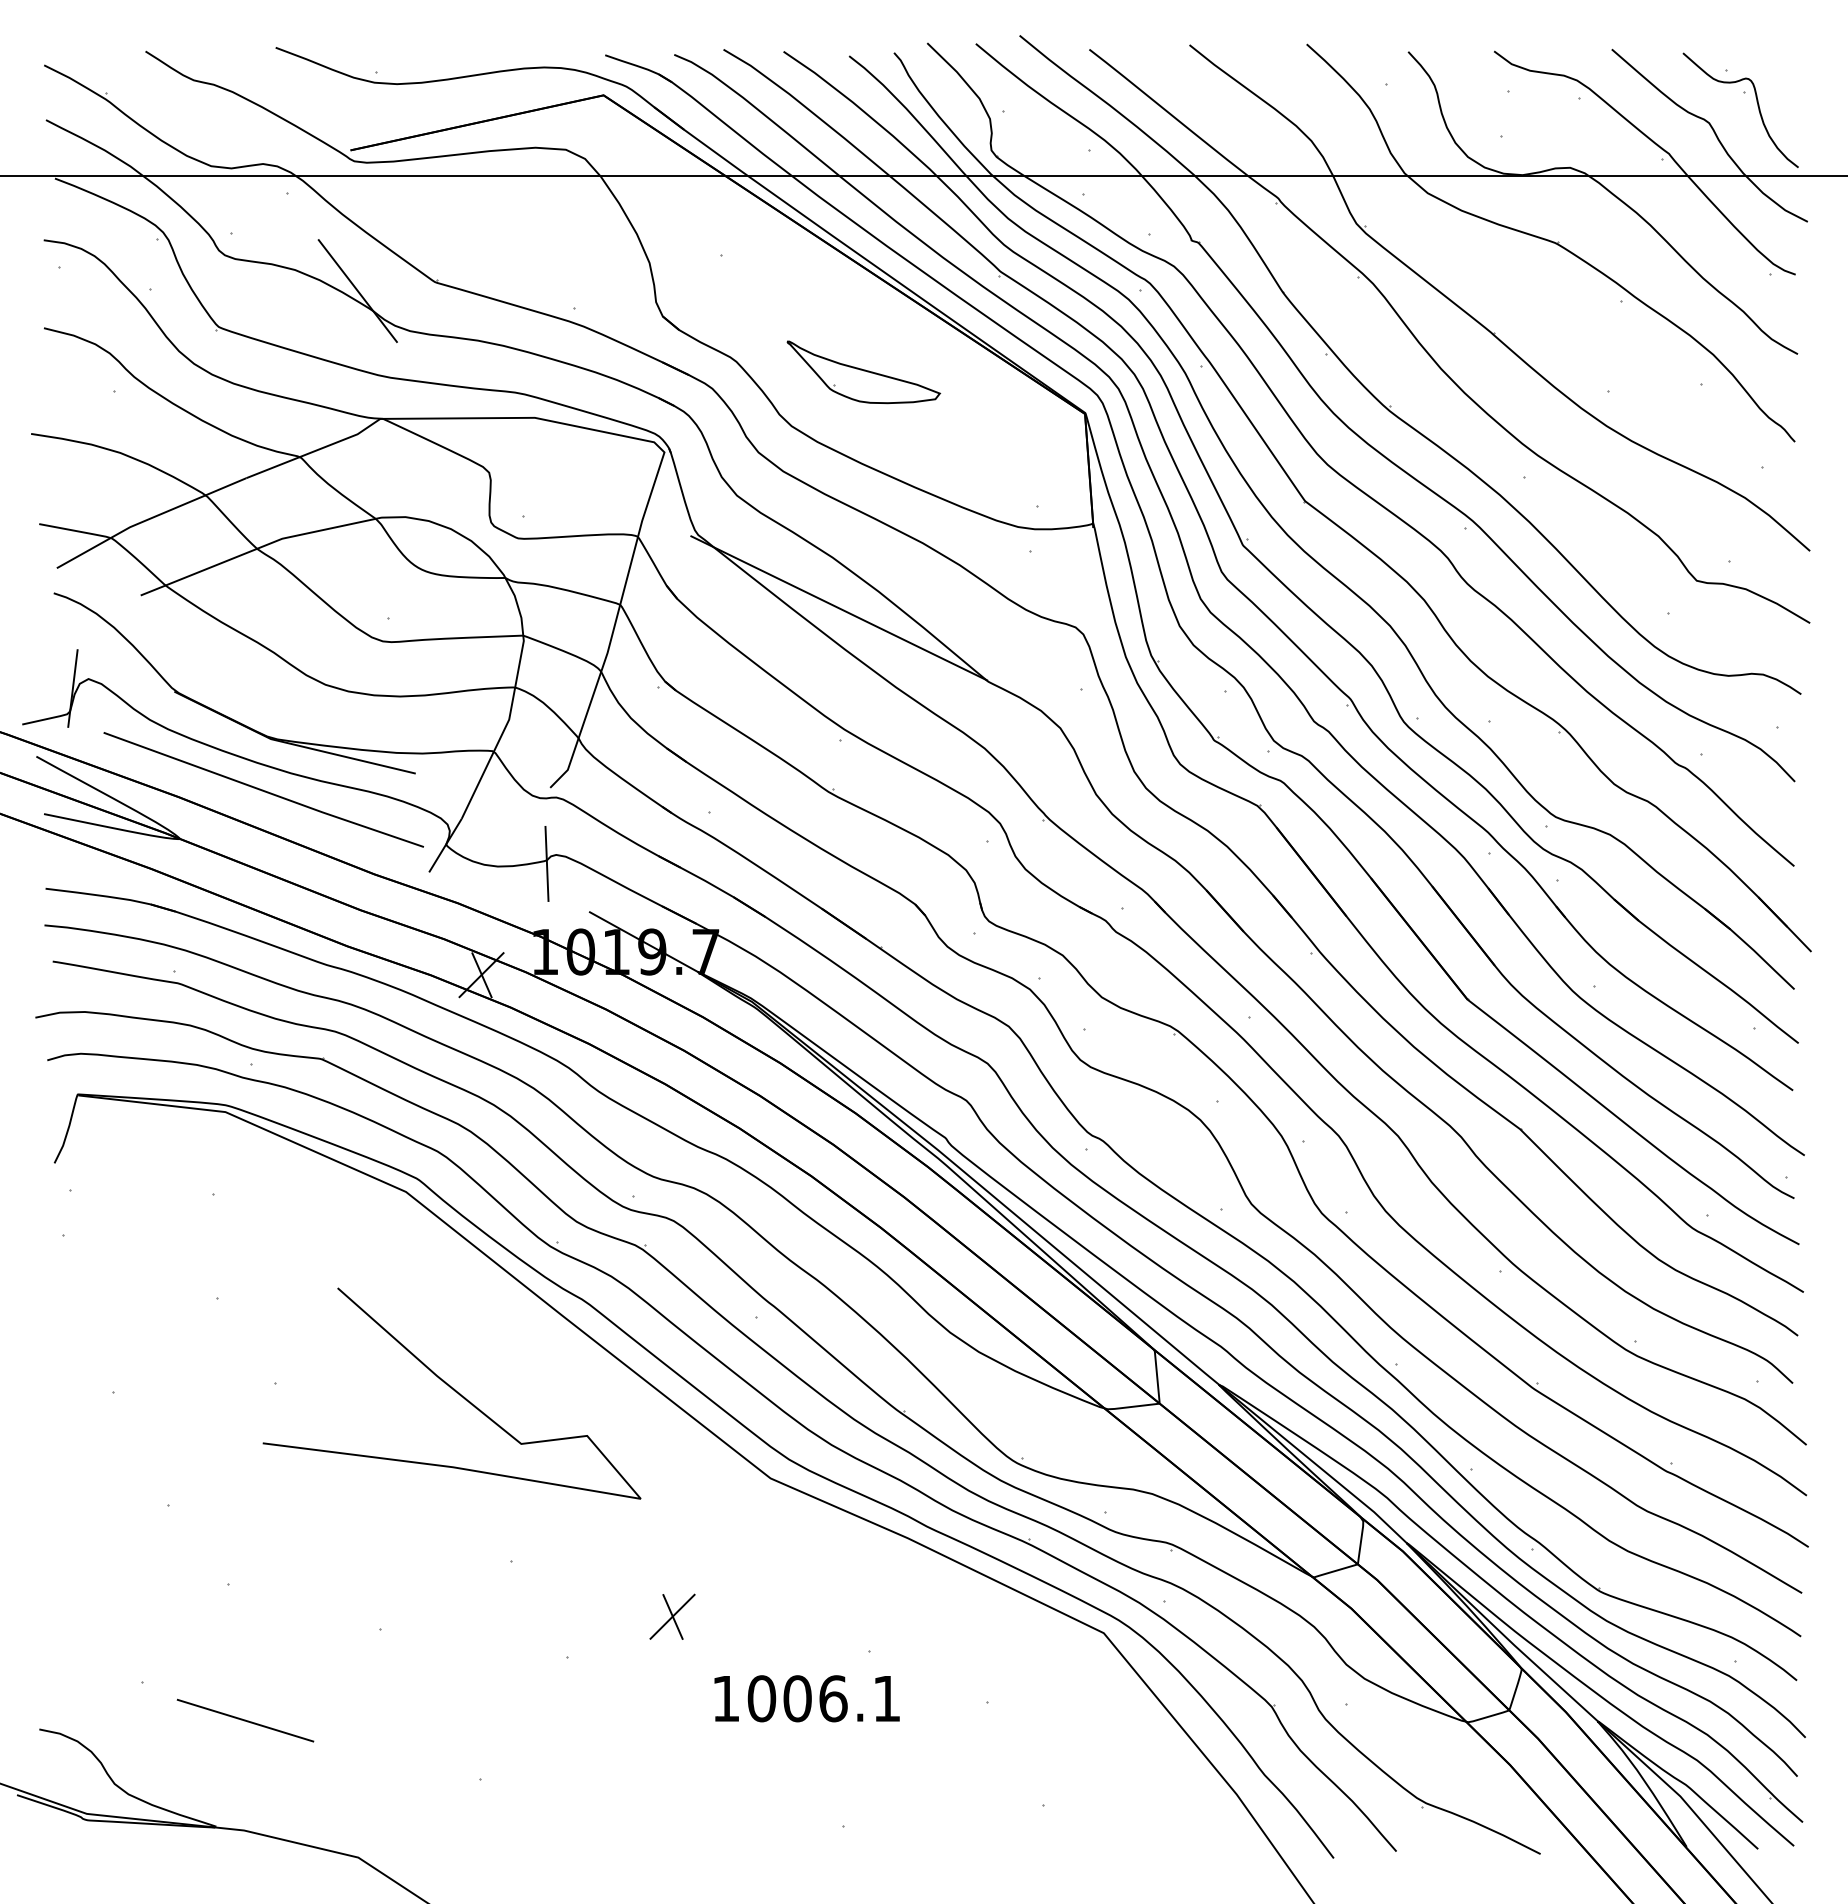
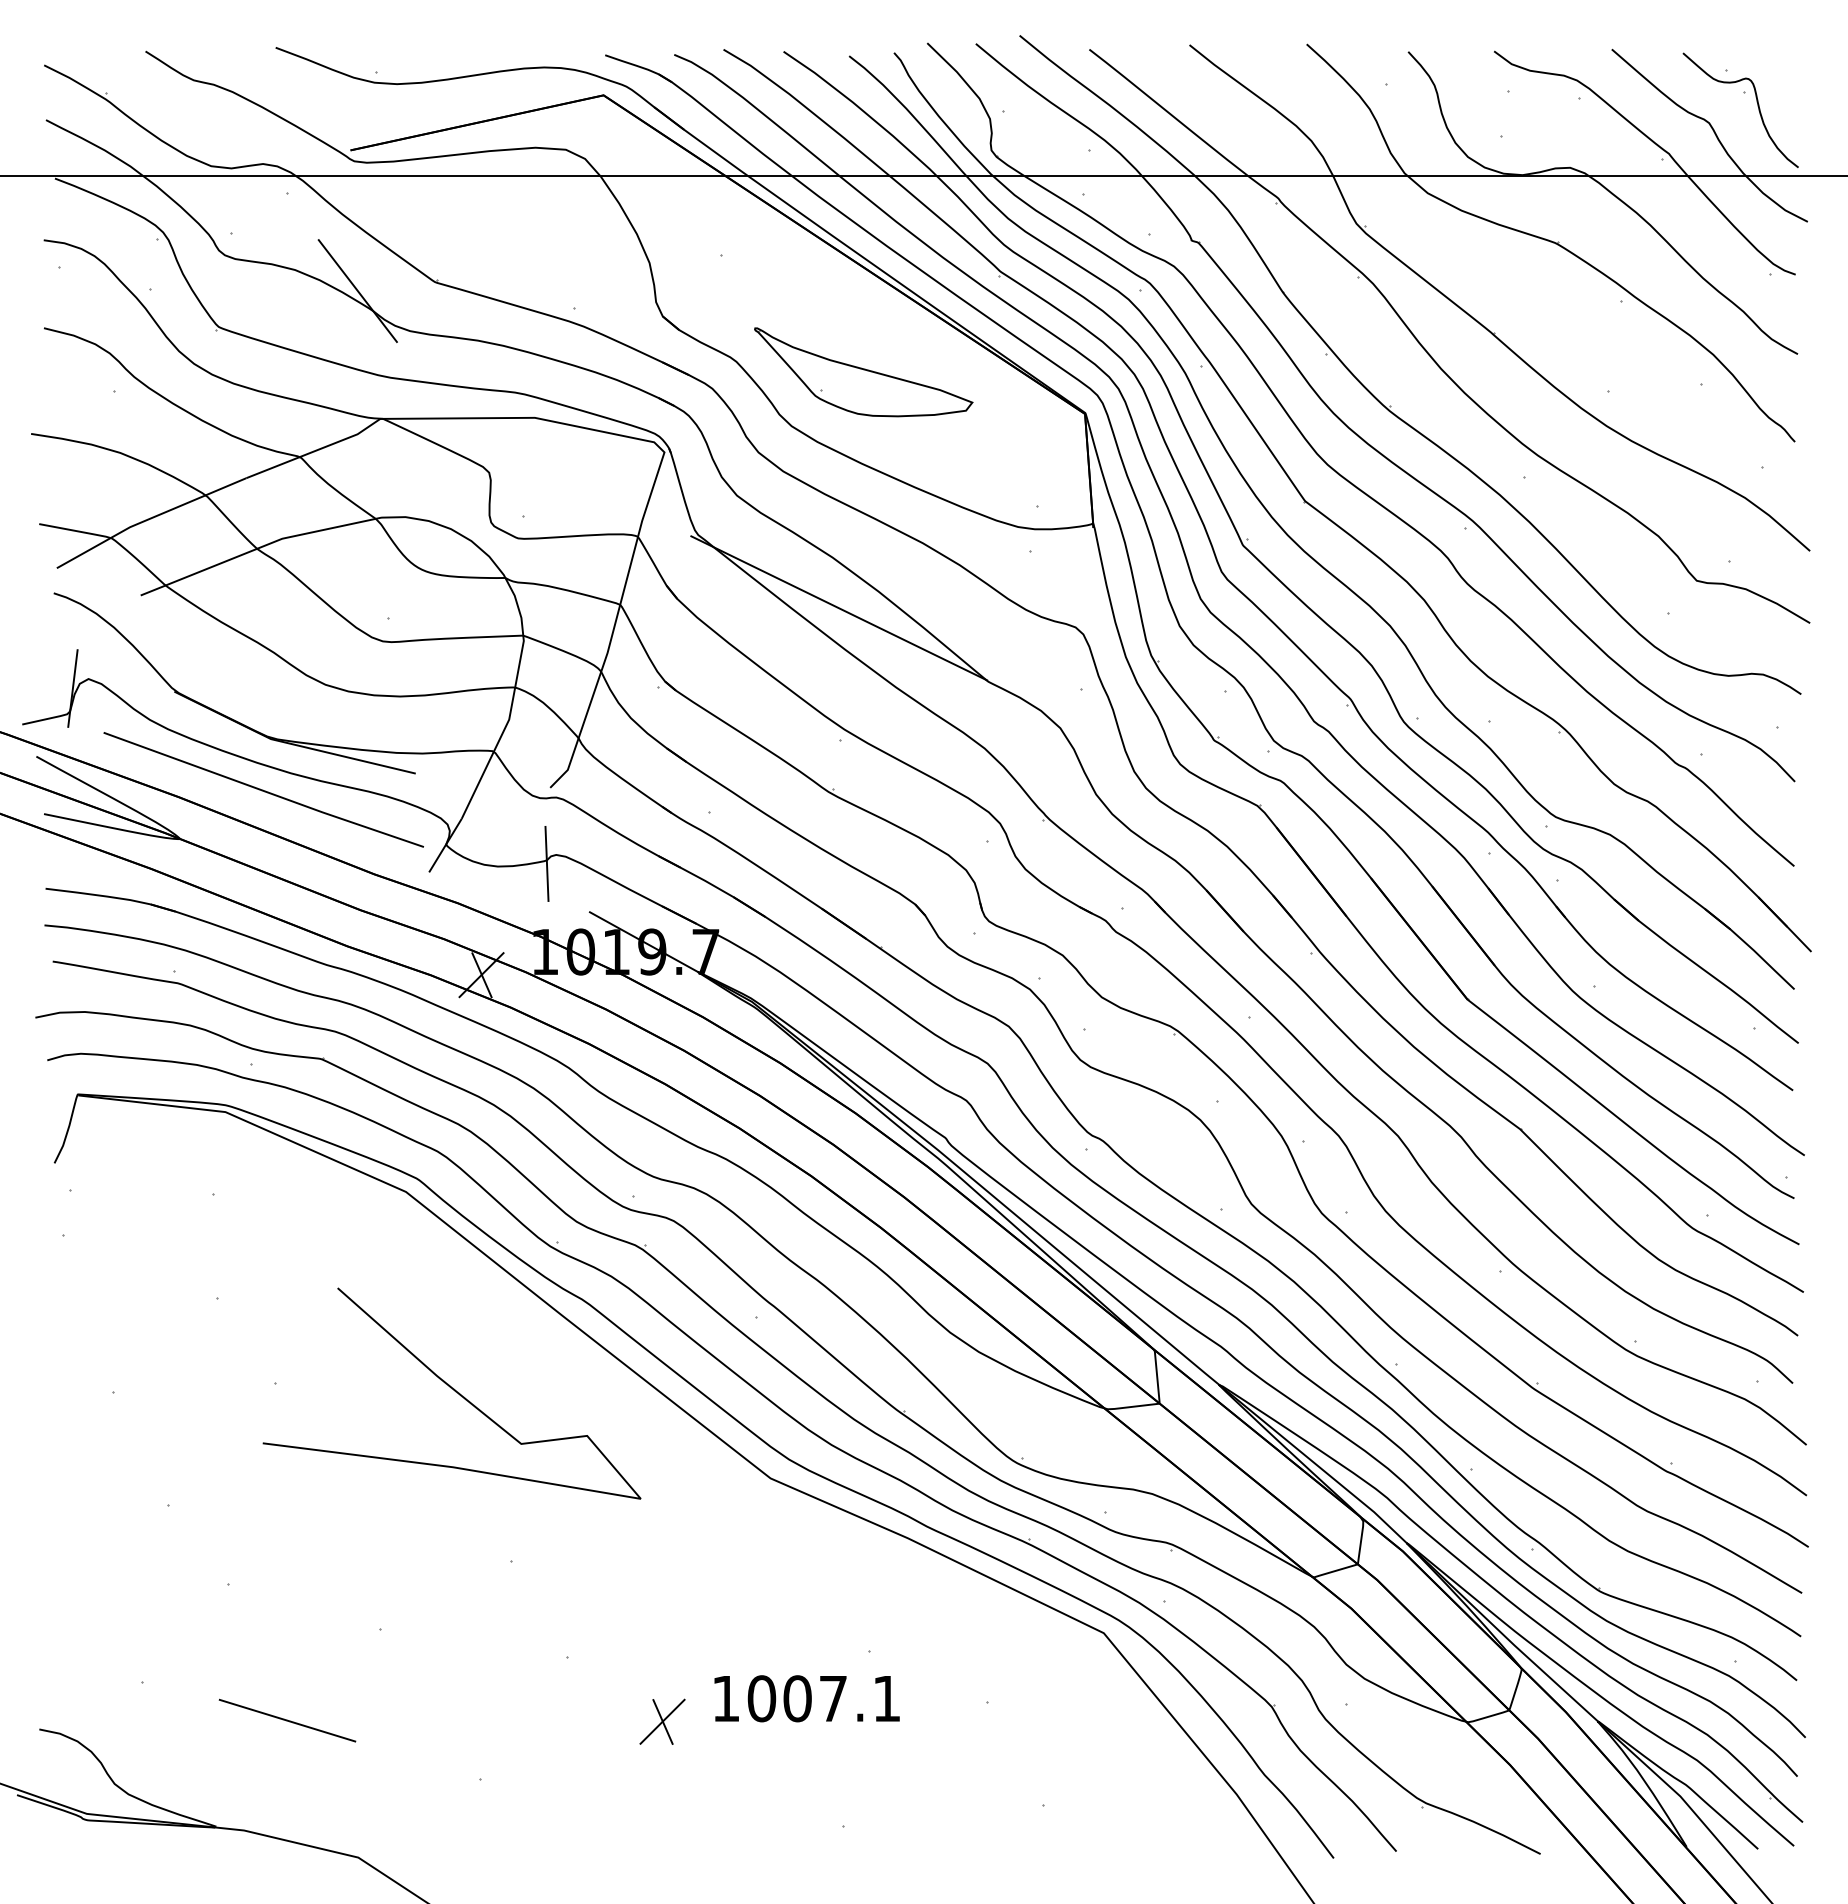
part at (863, 372) size: 156x65 px -> 220x91 px
part at (672, 1616) position: (672, 1616) -> (662, 1721)
text at (833, 1698): 1006.1 -> 1007.1
line at (245, 1720) position: (245, 1720) -> (287, 1720)
